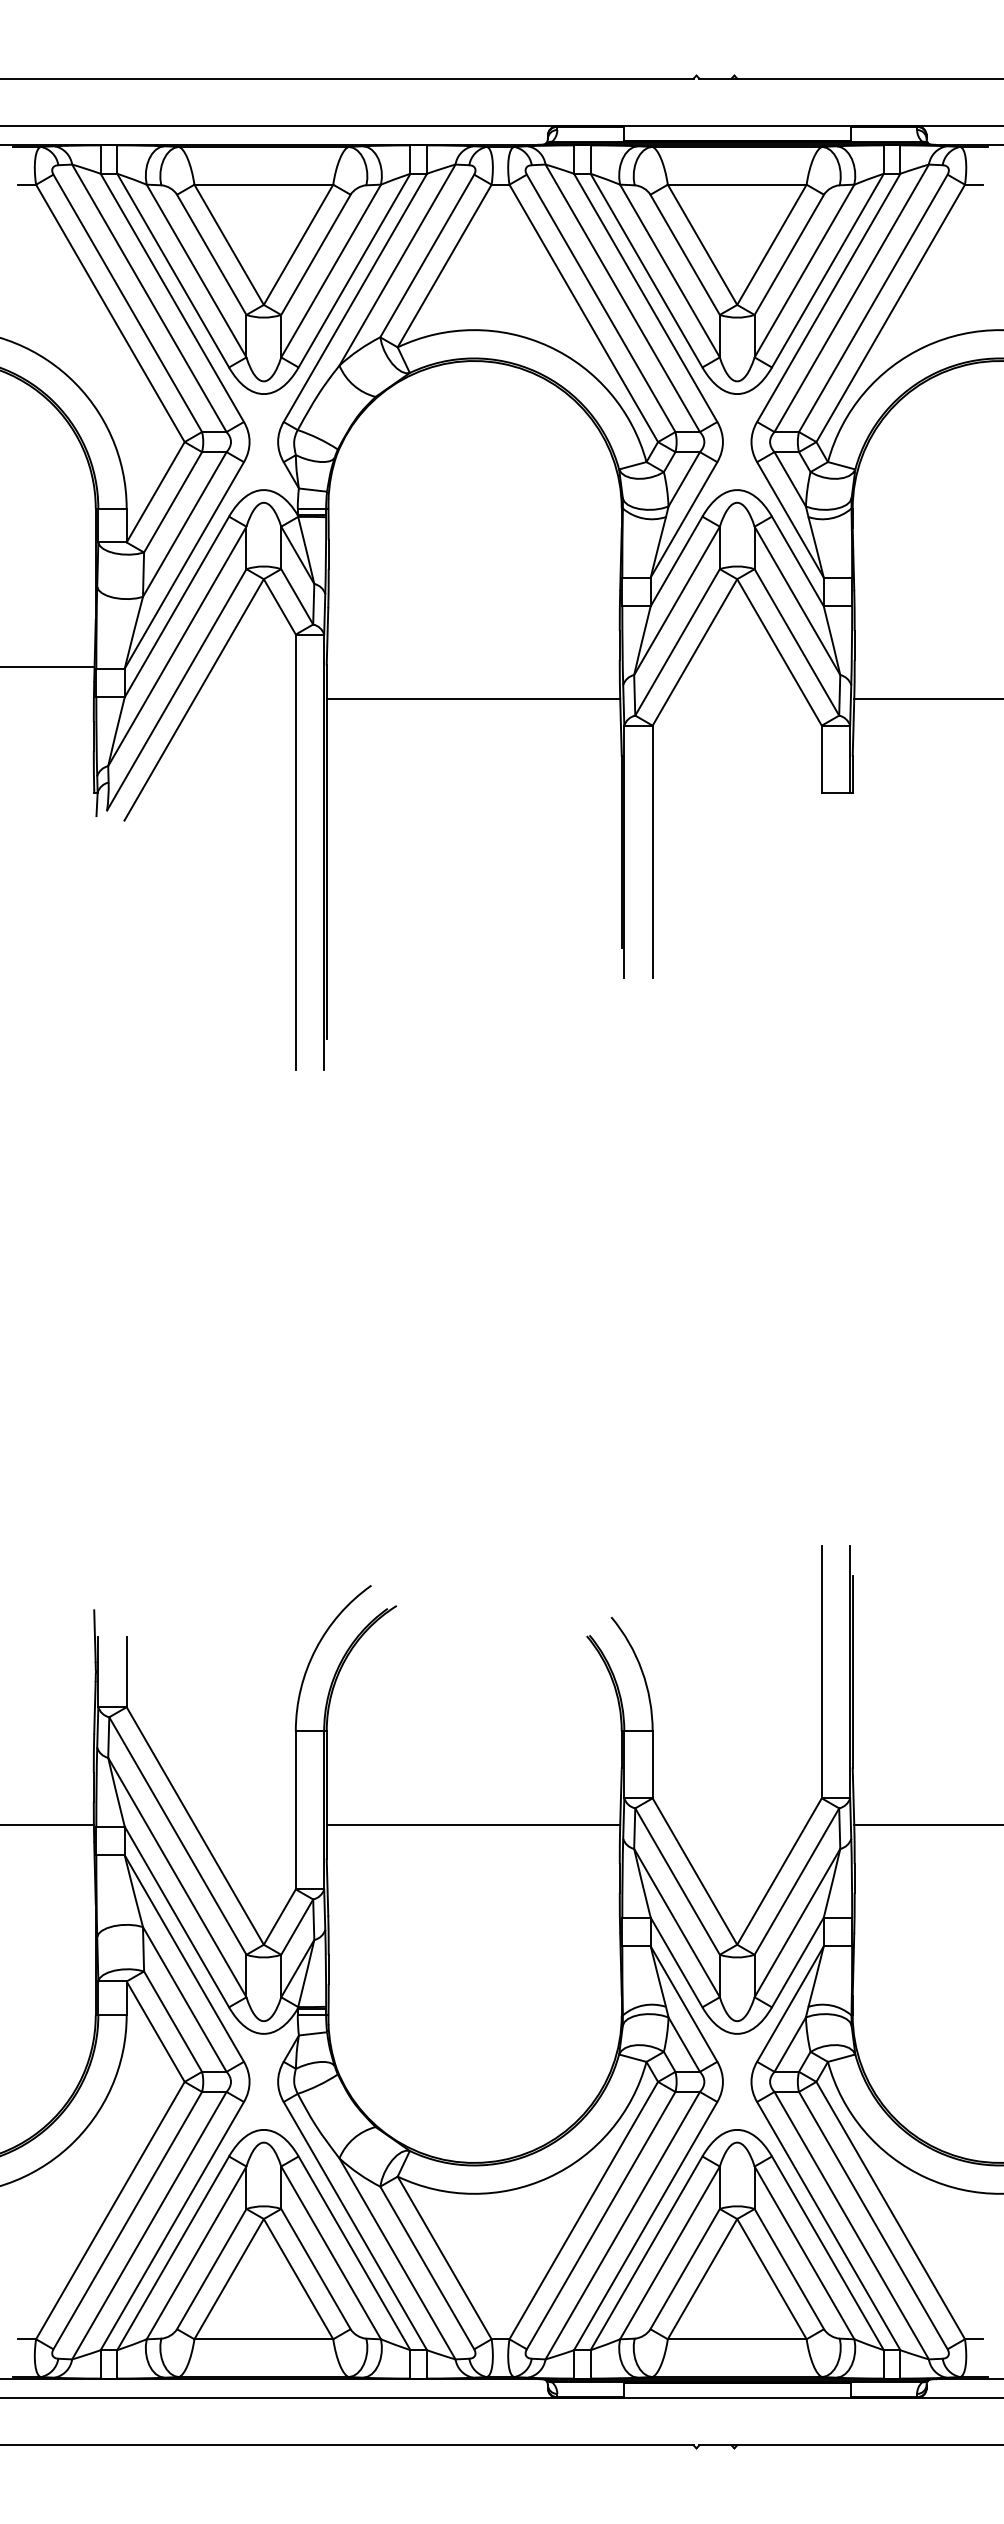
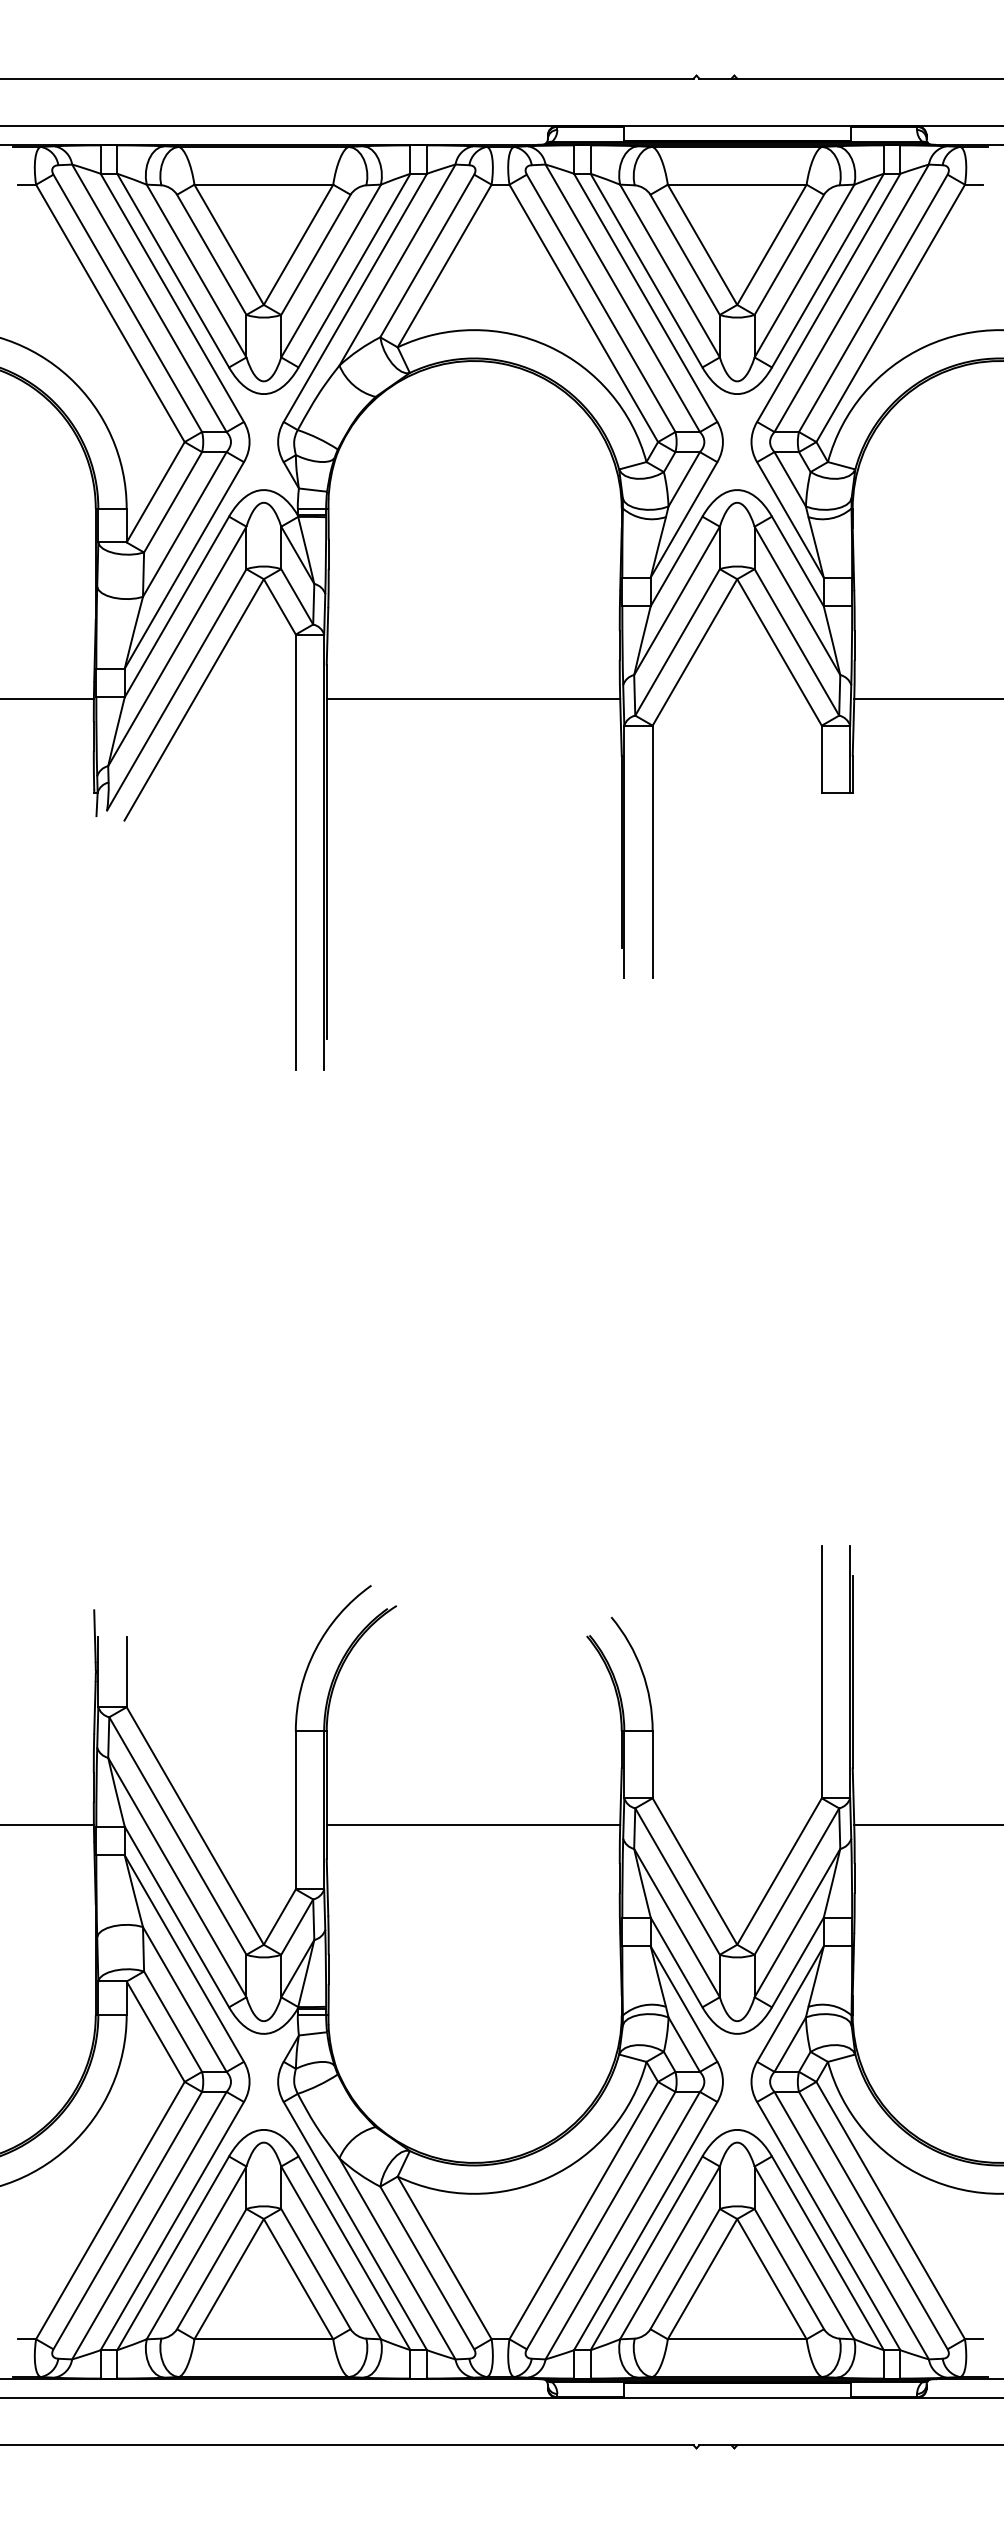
line at (47, 666) position: (47, 666) -> (47, 698)
